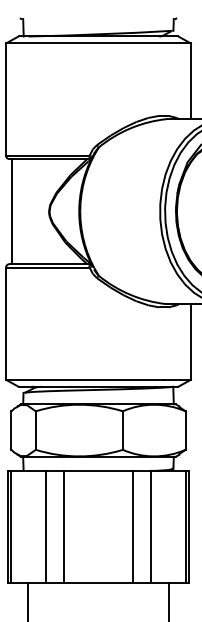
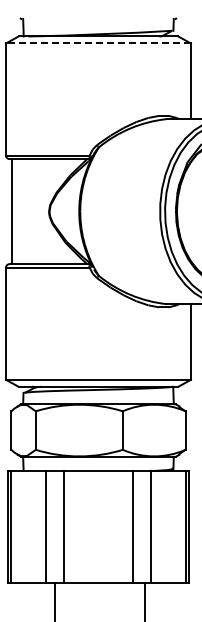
line at (97, 43): solid -> dashed
line at (28, 600) position: (28, 600) -> (55, 600)
line at (168, 600) position: (168, 600) -> (144, 600)
